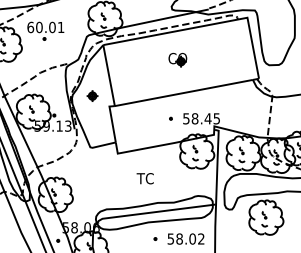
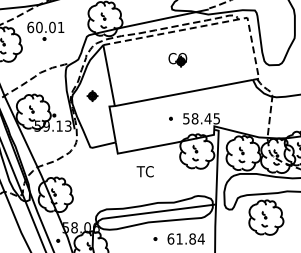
line at (207, 25): solid -> dashed
text at (144, 178) position: (144, 178) -> (144, 171)
text at (185, 238): 58.02 -> 61.84
